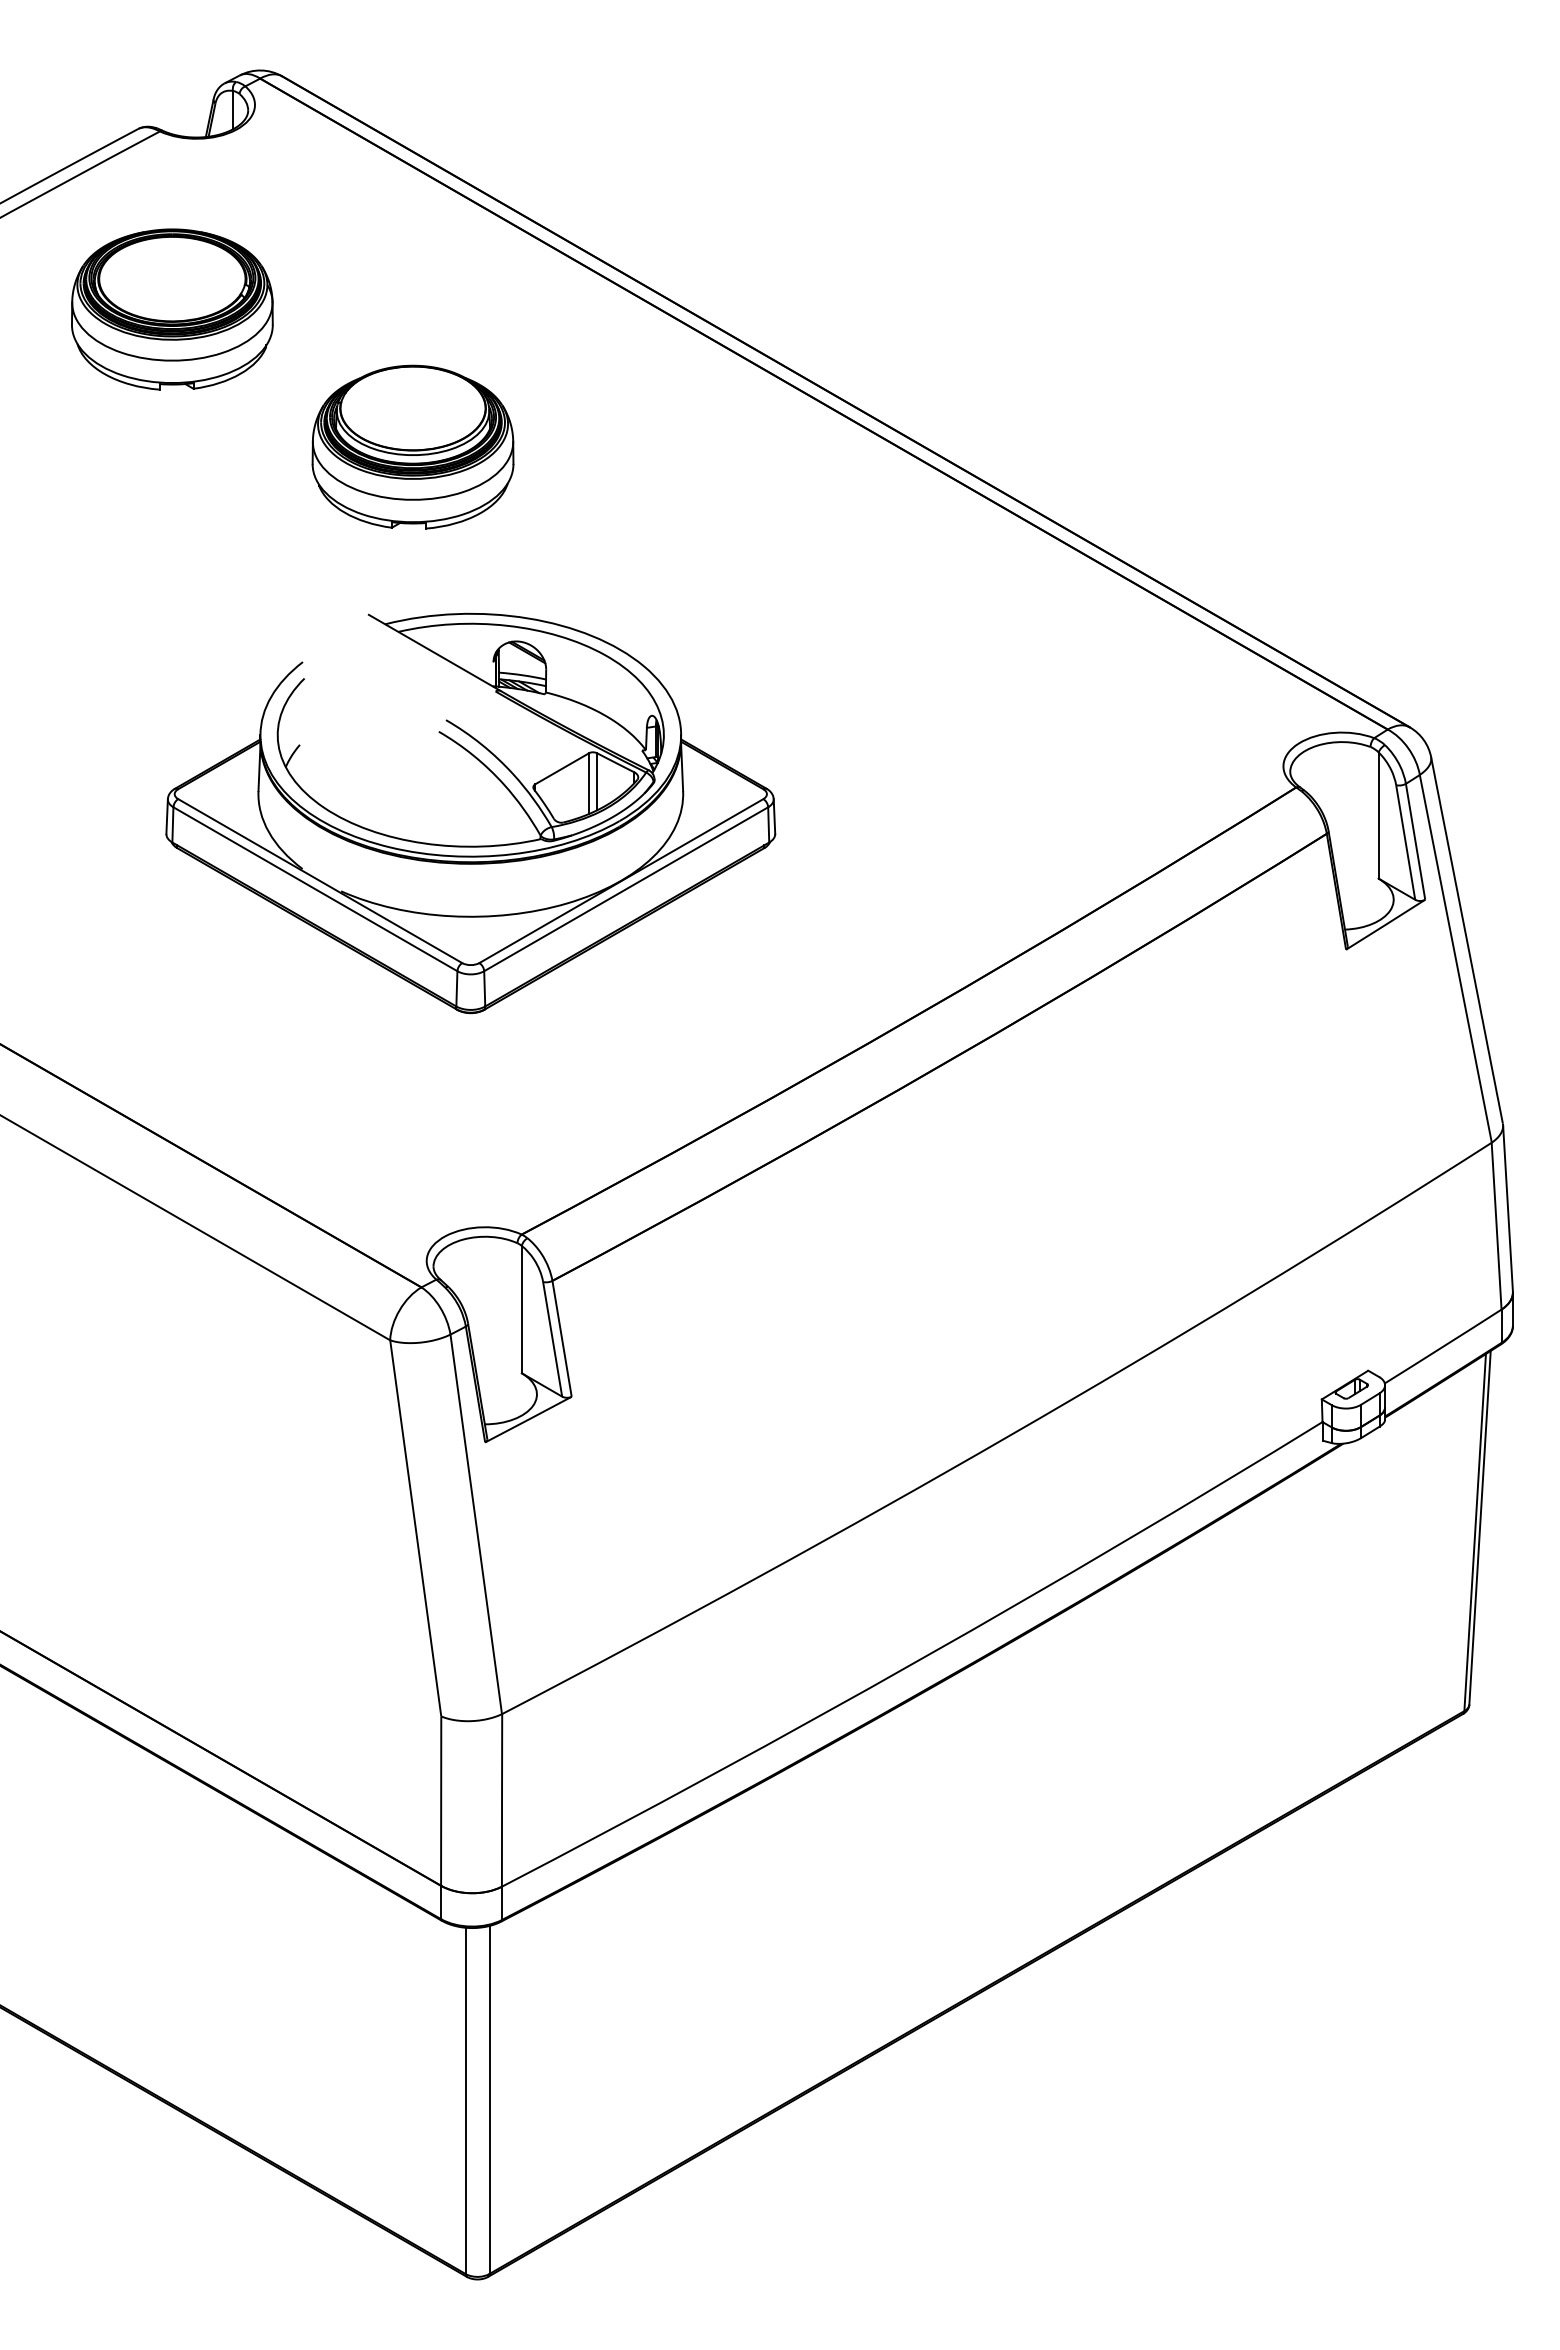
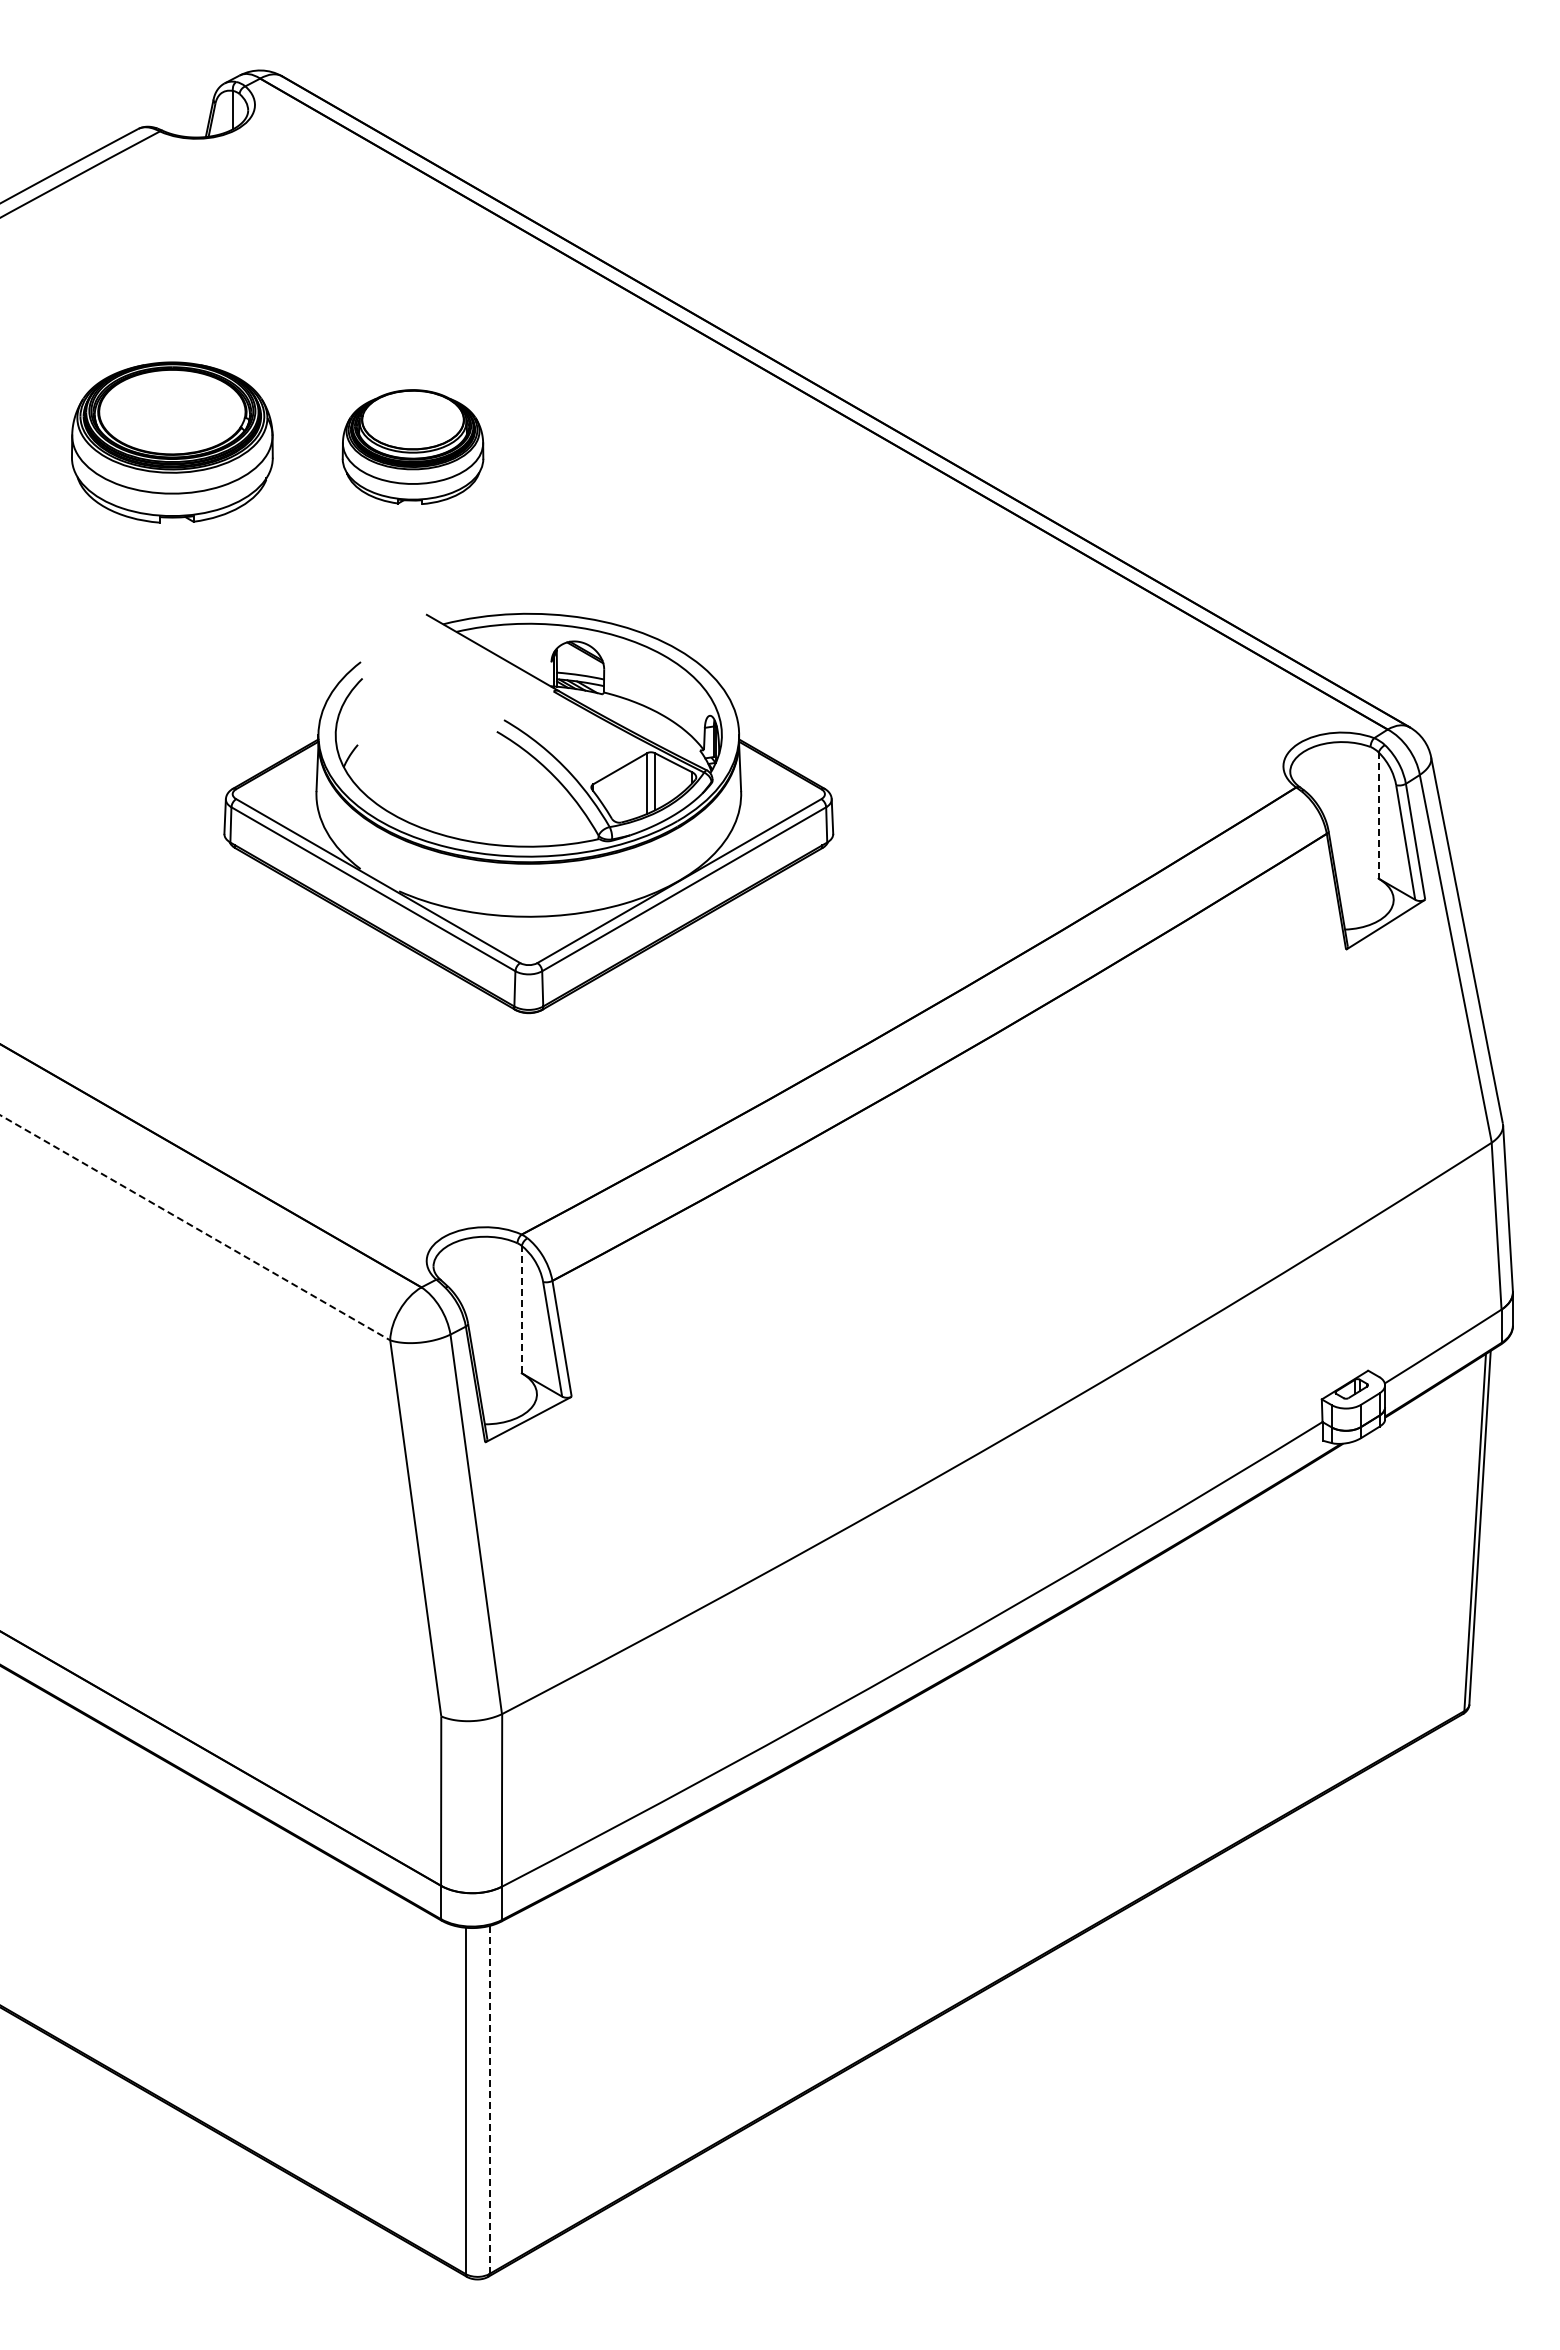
part at (172, 309) position: (172, 309) -> (172, 442)
part at (412, 446) size: 204x166 px -> 144x116 px
line at (1378, 816): solid -> dashed
part at (470, 845) position: (470, 845) -> (528, 845)
line at (195, 1227): solid -> dashed
line at (521, 1309): solid -> dashed
line at (489, 2099): solid -> dashed
